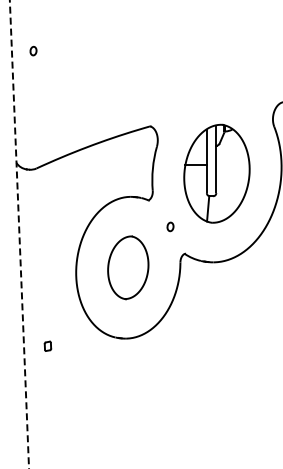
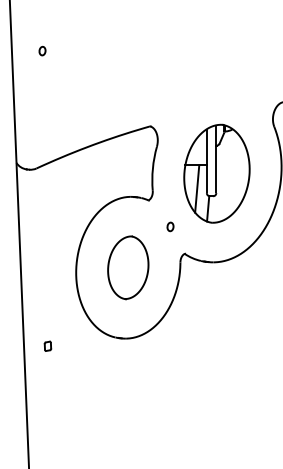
part at (33, 50) position: (33, 50) -> (42, 50)
line at (197, 188): none -> present
line at (19, 234): dashed -> solid
